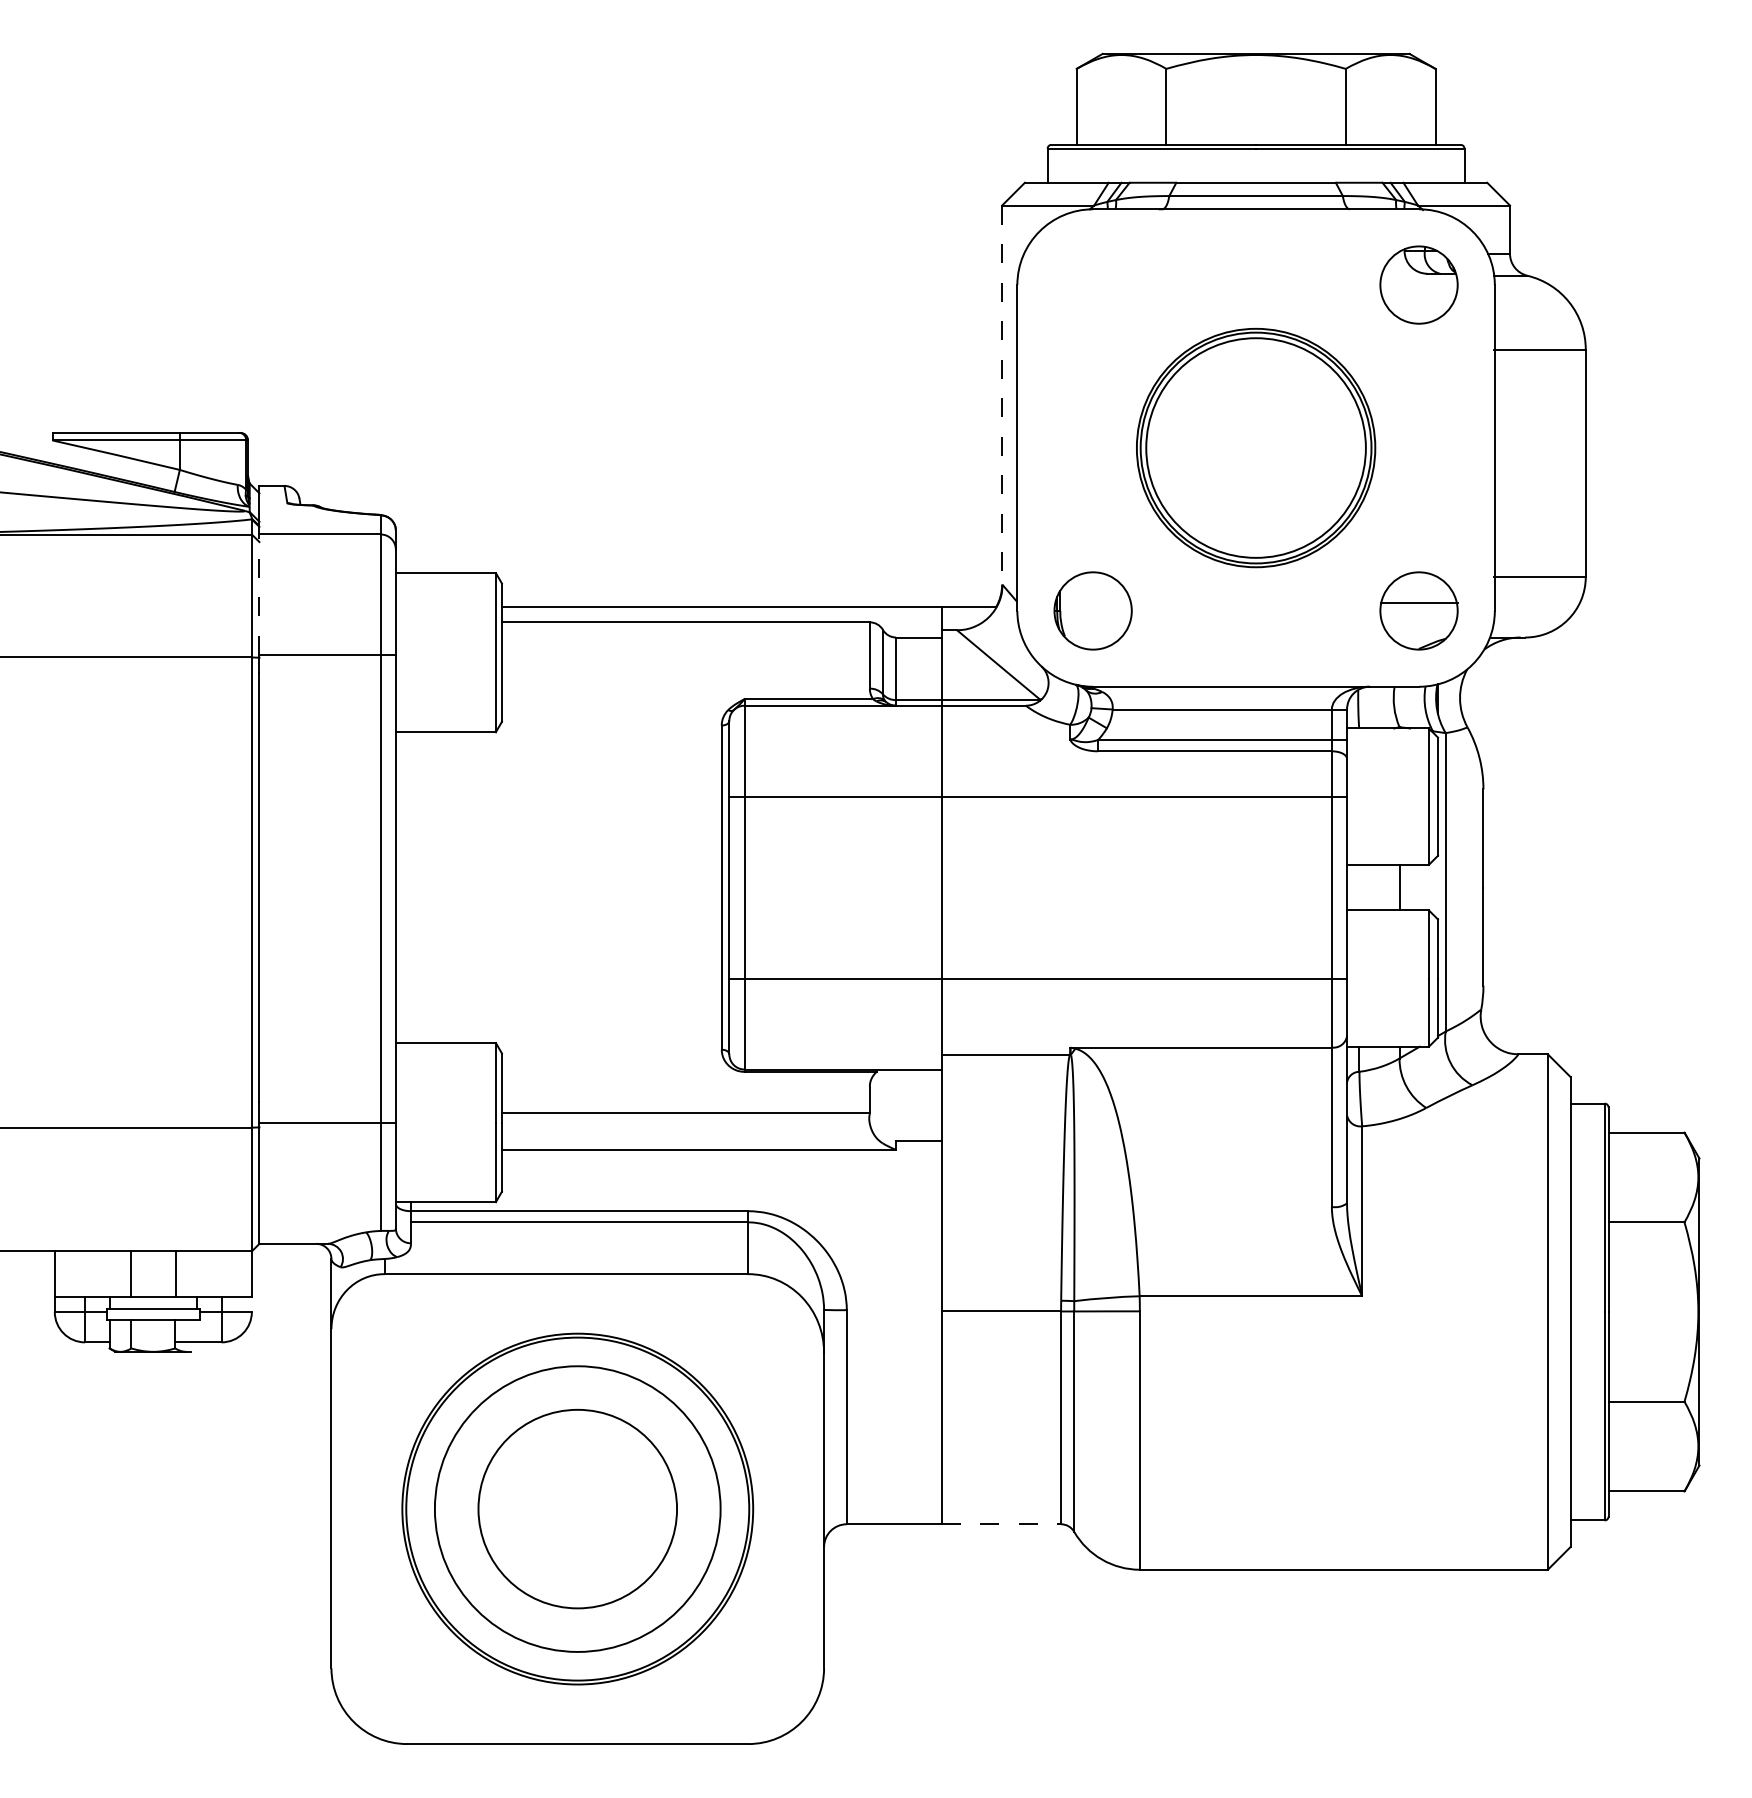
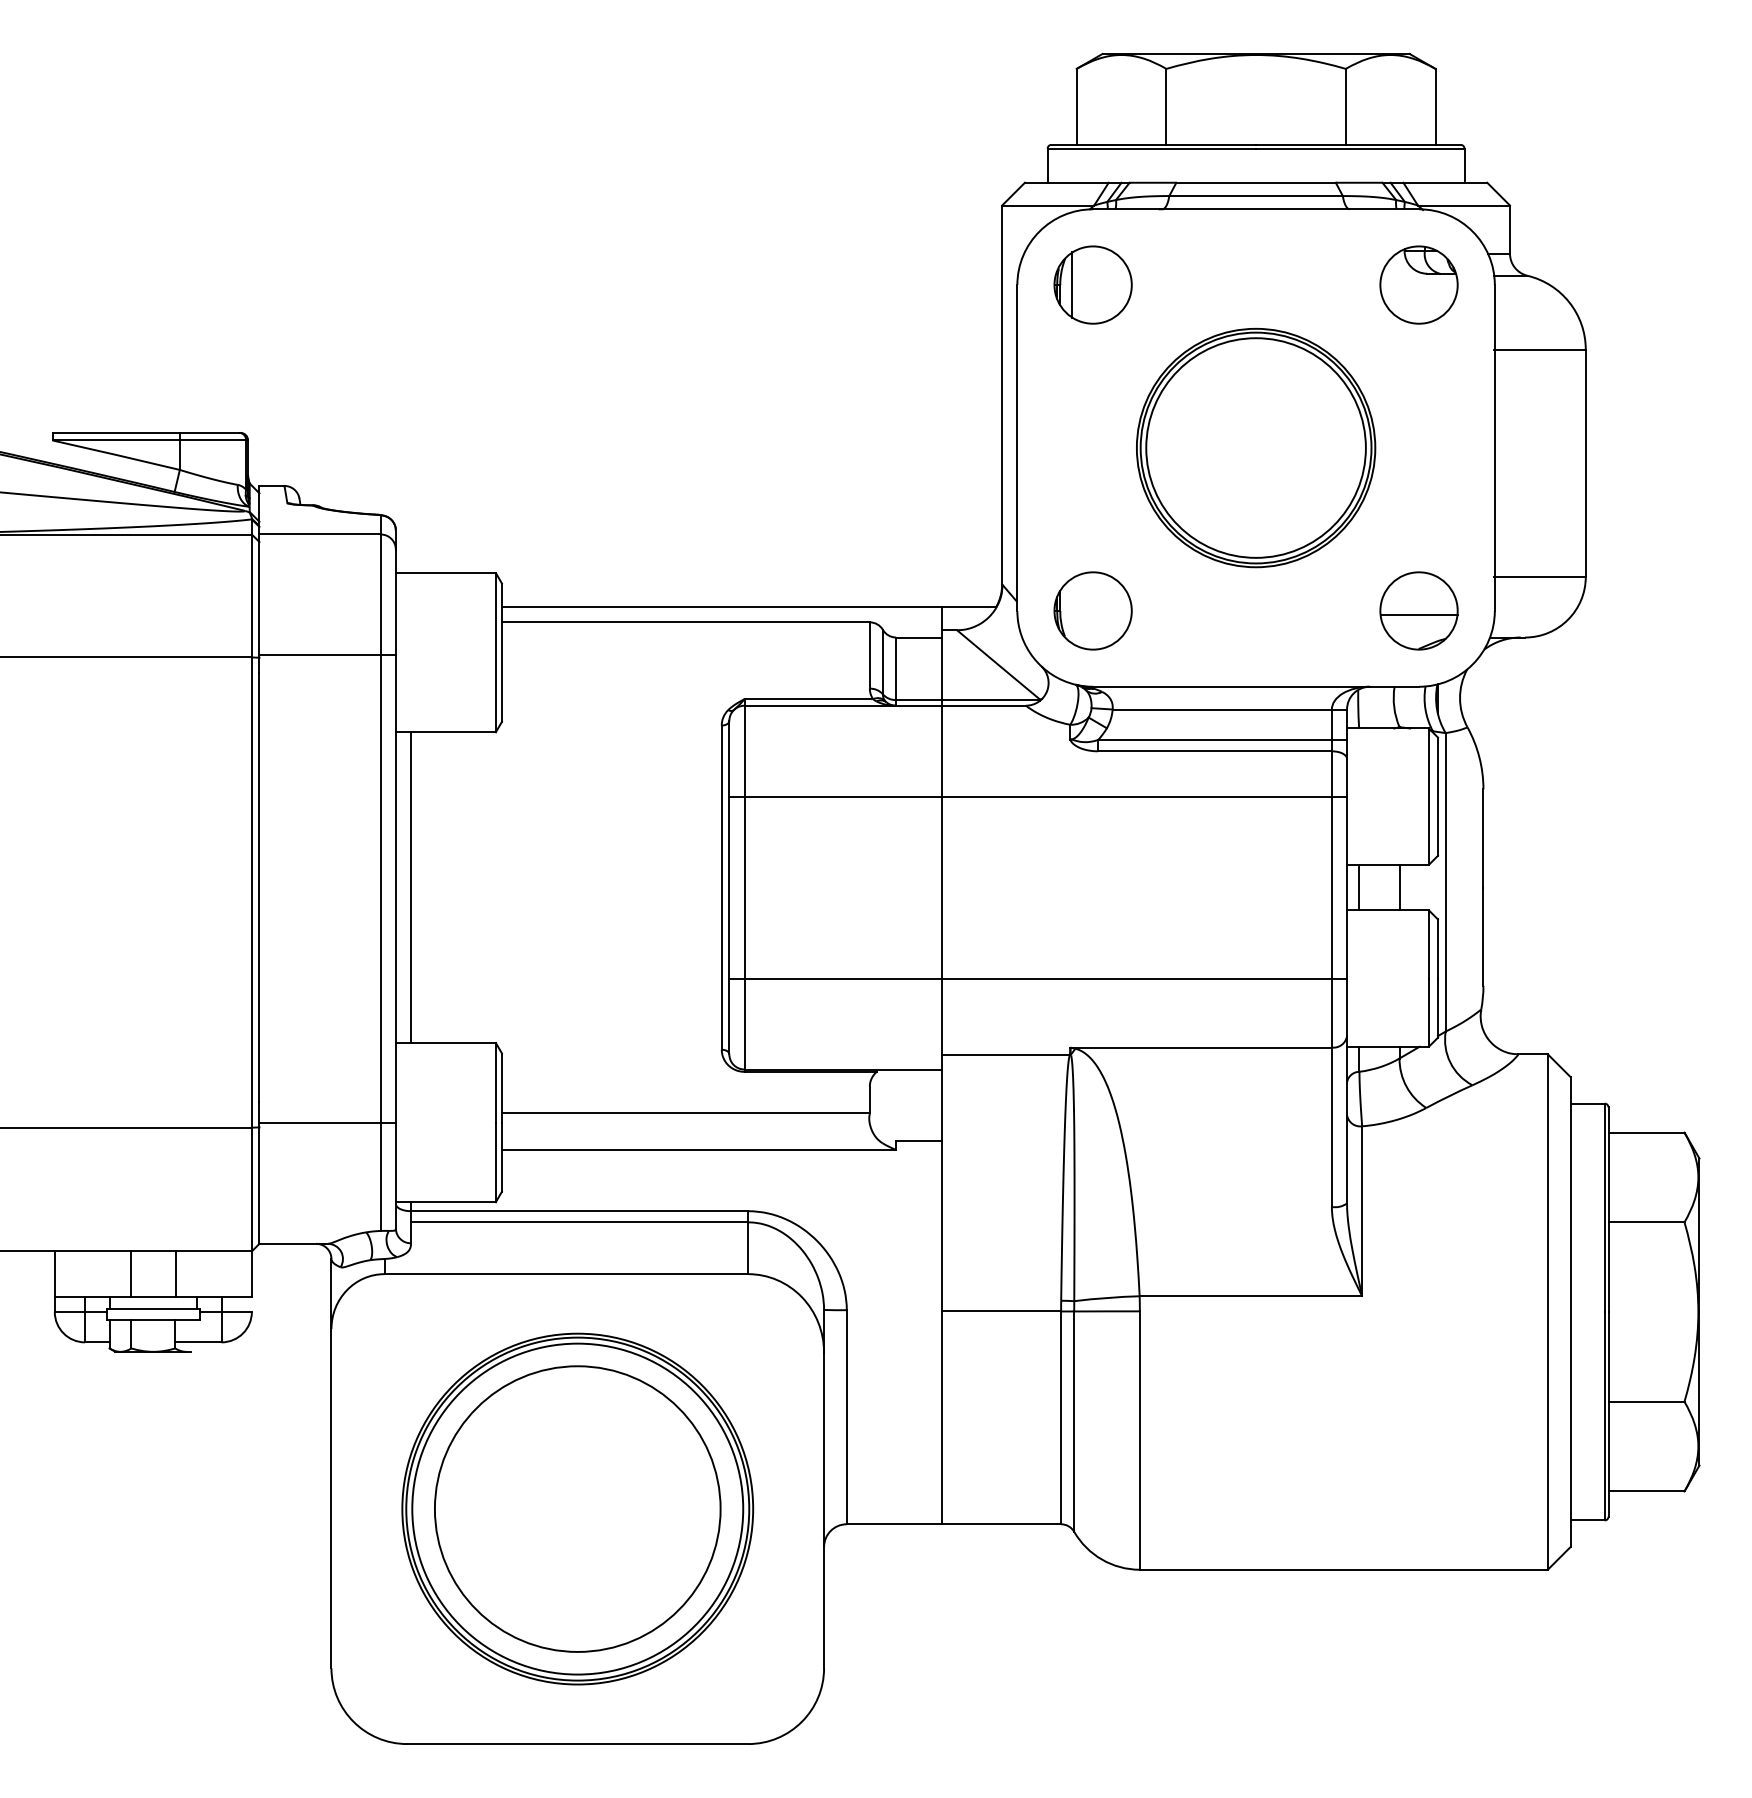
part at (1092, 284): none -> present
line at (1002, 395): dashed -> solid
line at (259, 594): dashed -> solid
line at (1418, 602) position: (1418, 602) -> (1418, 614)
line at (411, 887): none -> present
line at (1359, 887): none -> present
circle at (577, 1508) diameter: 199 px -> 331 px
line at (1001, 1524): dashed -> solid
